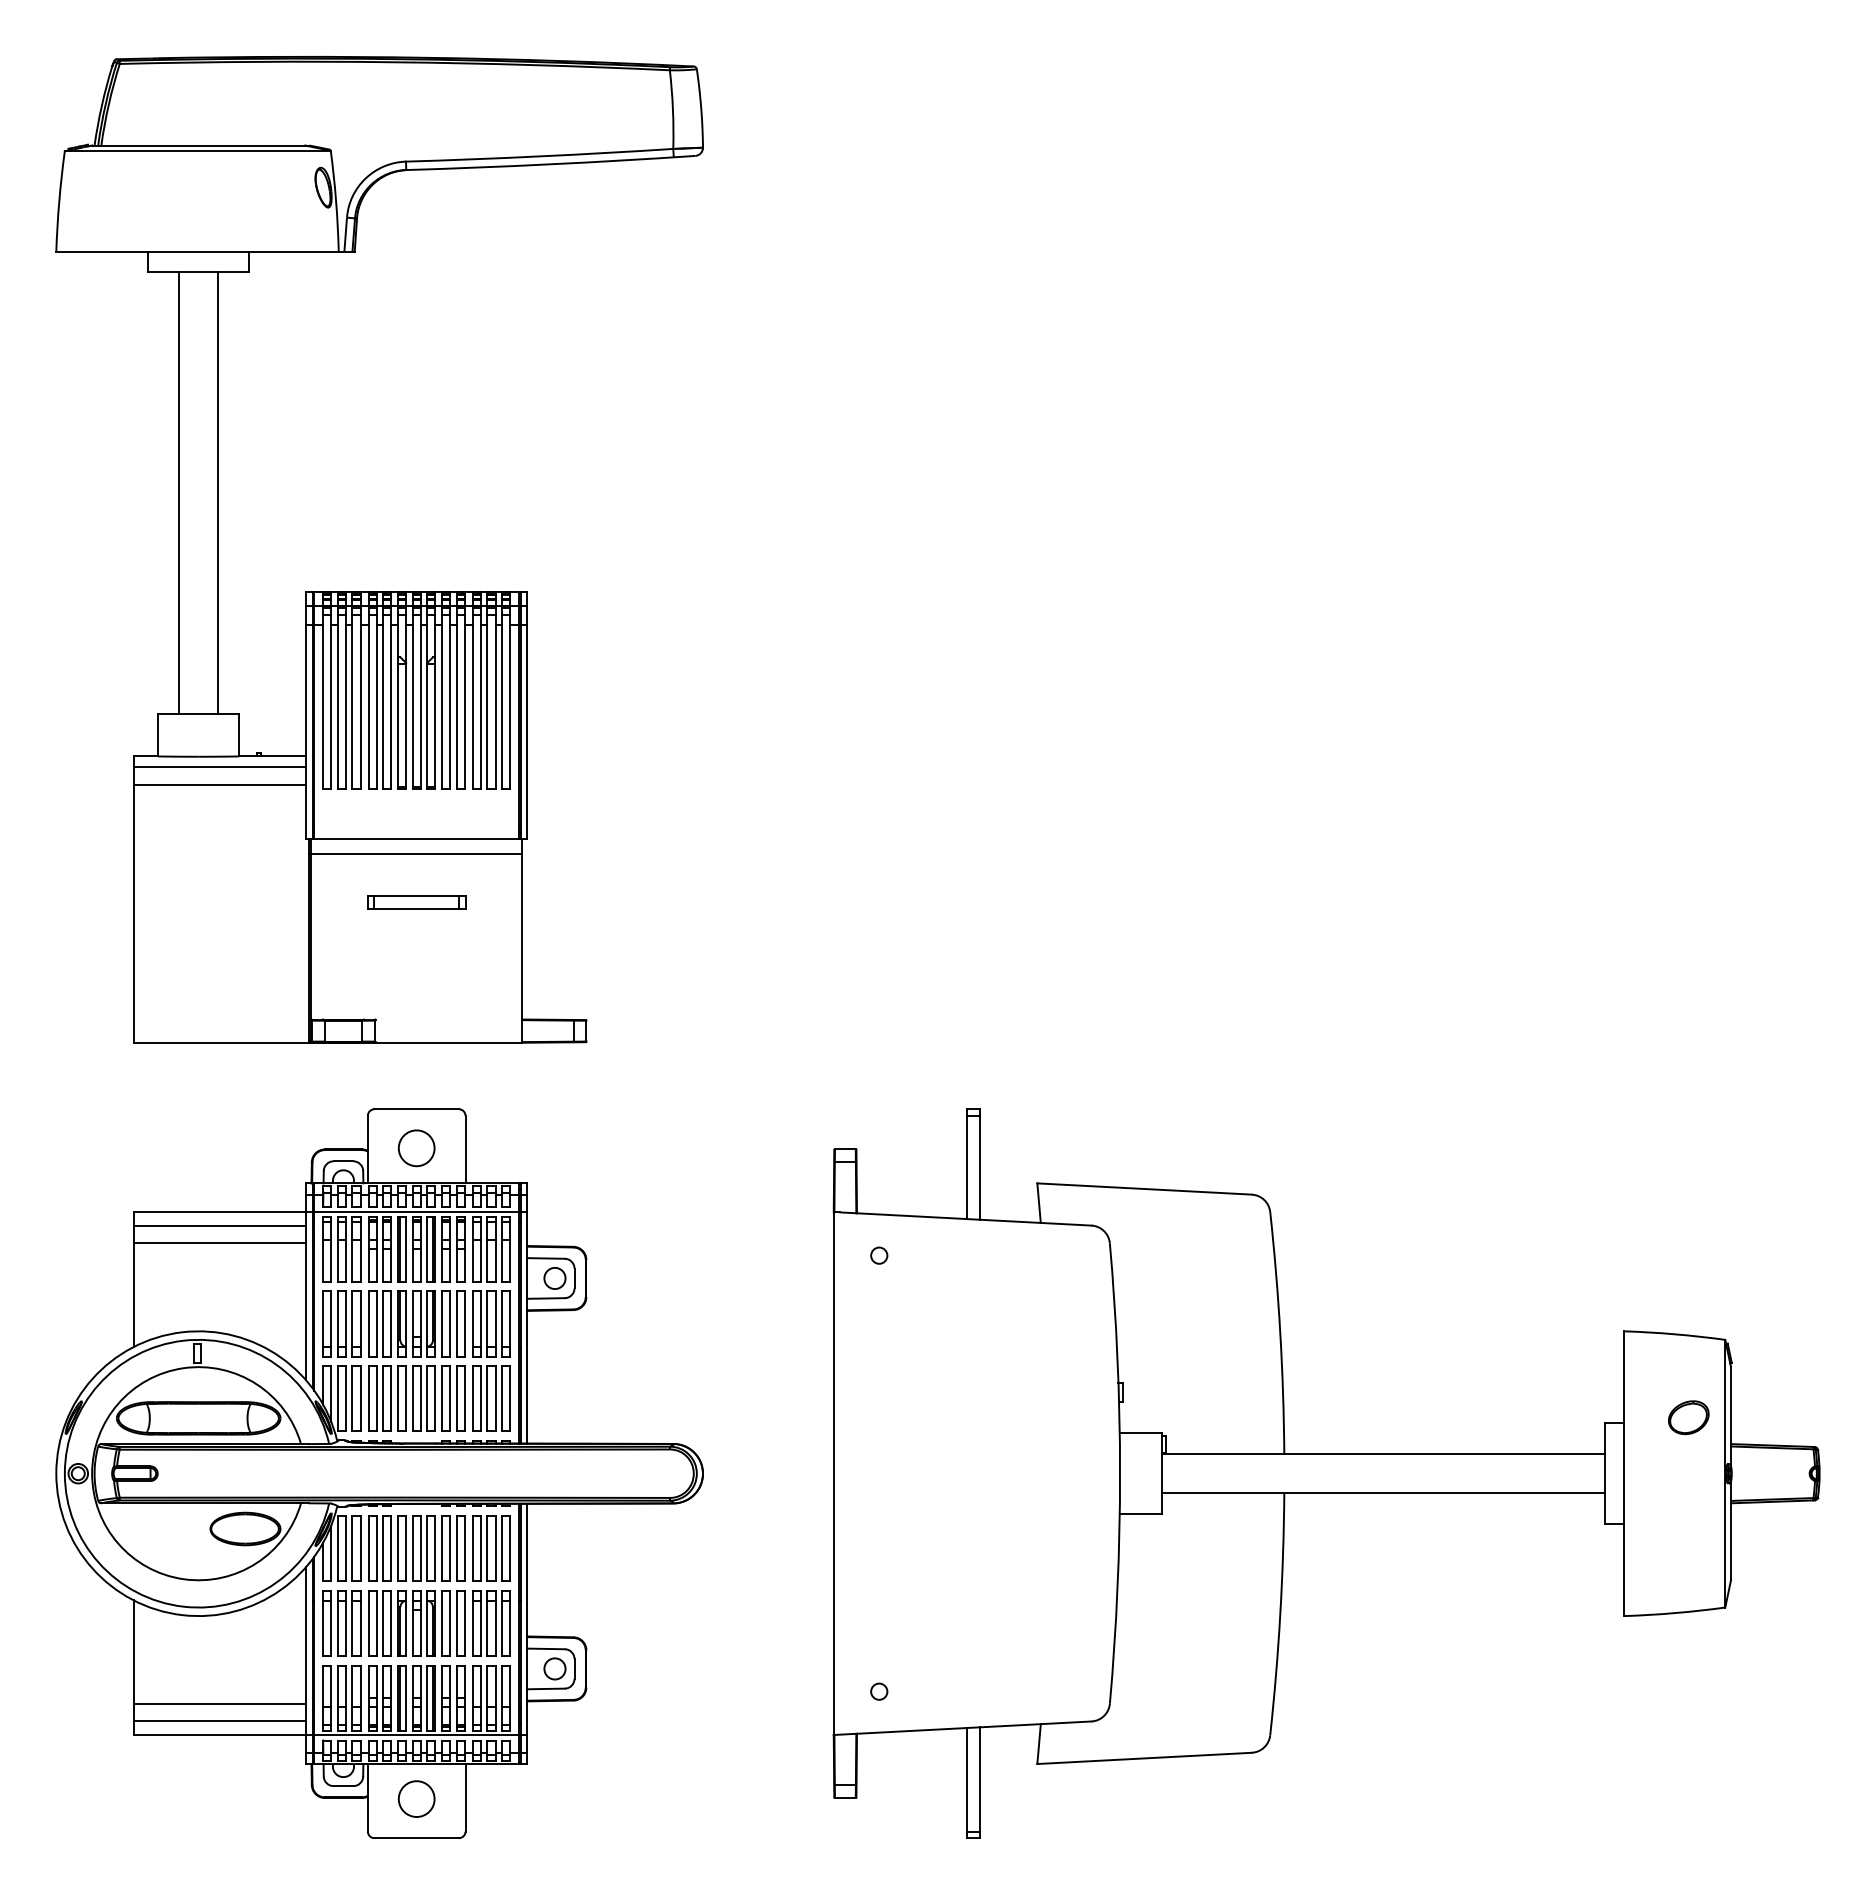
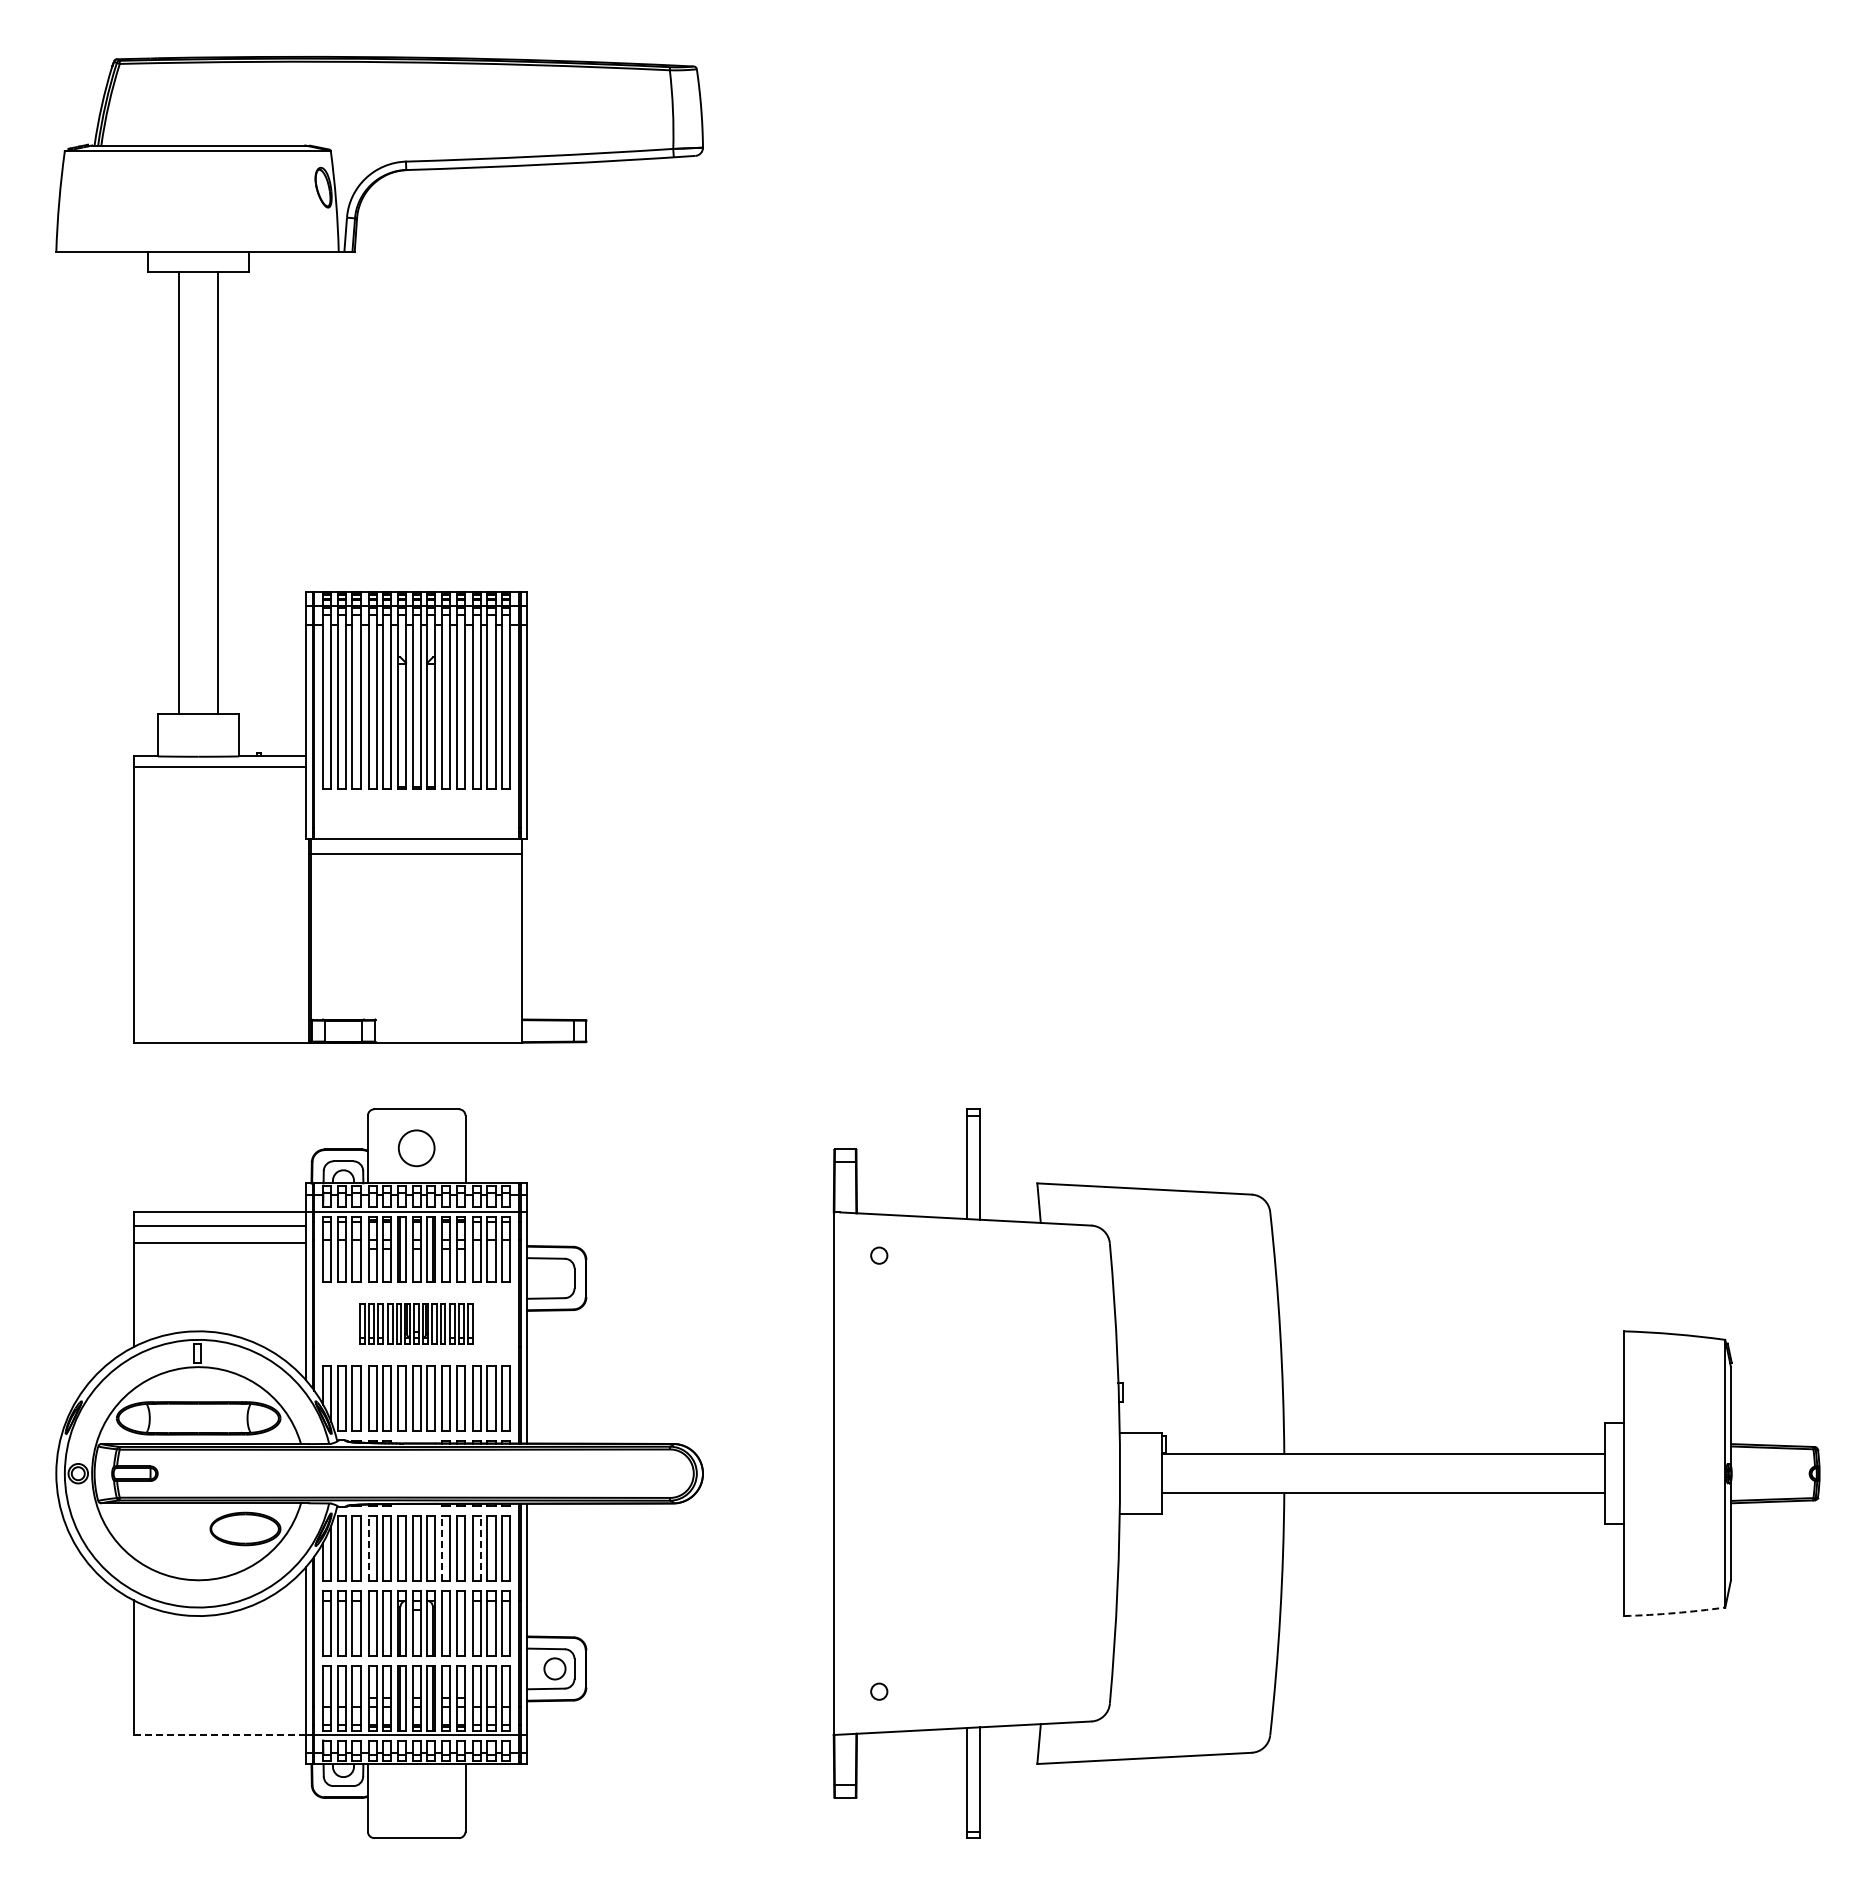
line at (219, 785): present -> none
part at (416, 902): present -> none
circle at (554, 1278): present -> none
part at (416, 1323) size: 189x68 px -> 115x42 px
part at (1688, 1417): present -> none
line at (368, 1548): solid -> dashed
line at (441, 1548): solid -> dashed
line at (480, 1548): solid -> dashed
arc at (1674, 1613): solid -> dashed
line at (219, 1703): present -> none
line at (219, 1721): present -> none
line at (220, 1735): solid -> dashed
circle at (416, 1798): present -> none
